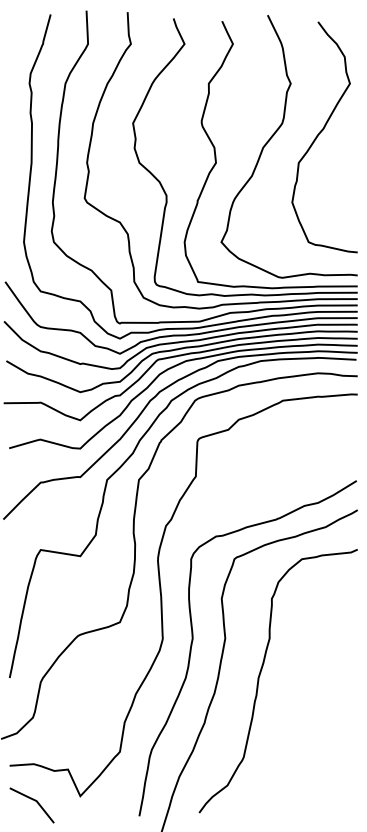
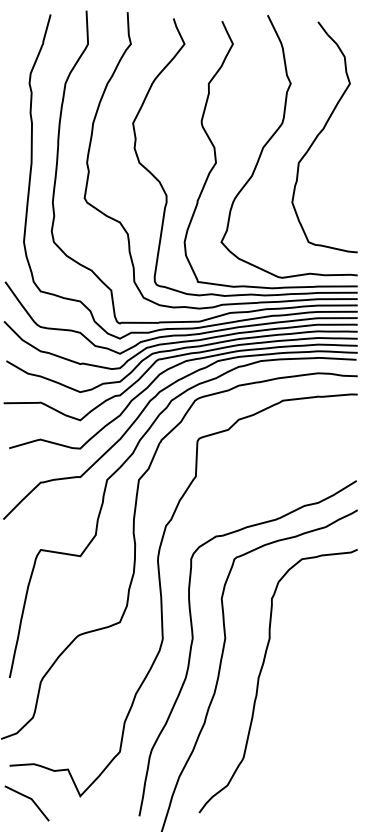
line at (34, 801) position: (34, 801) -> (29, 799)
